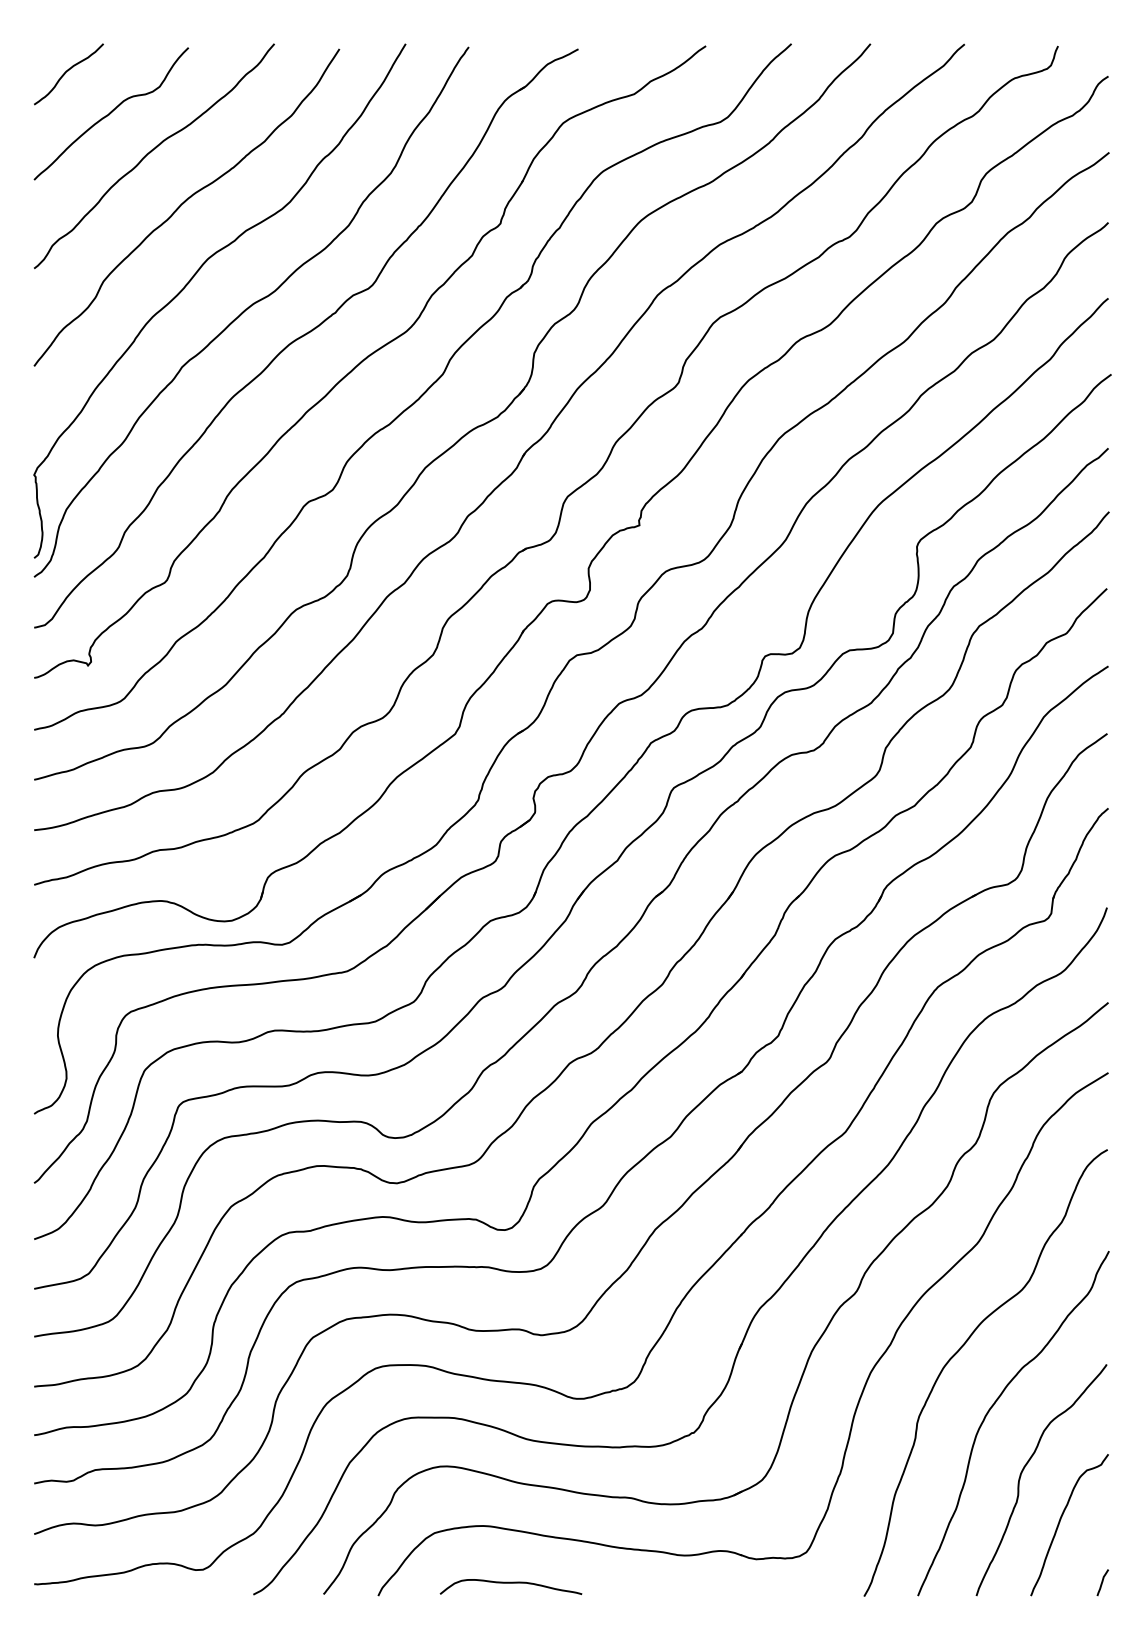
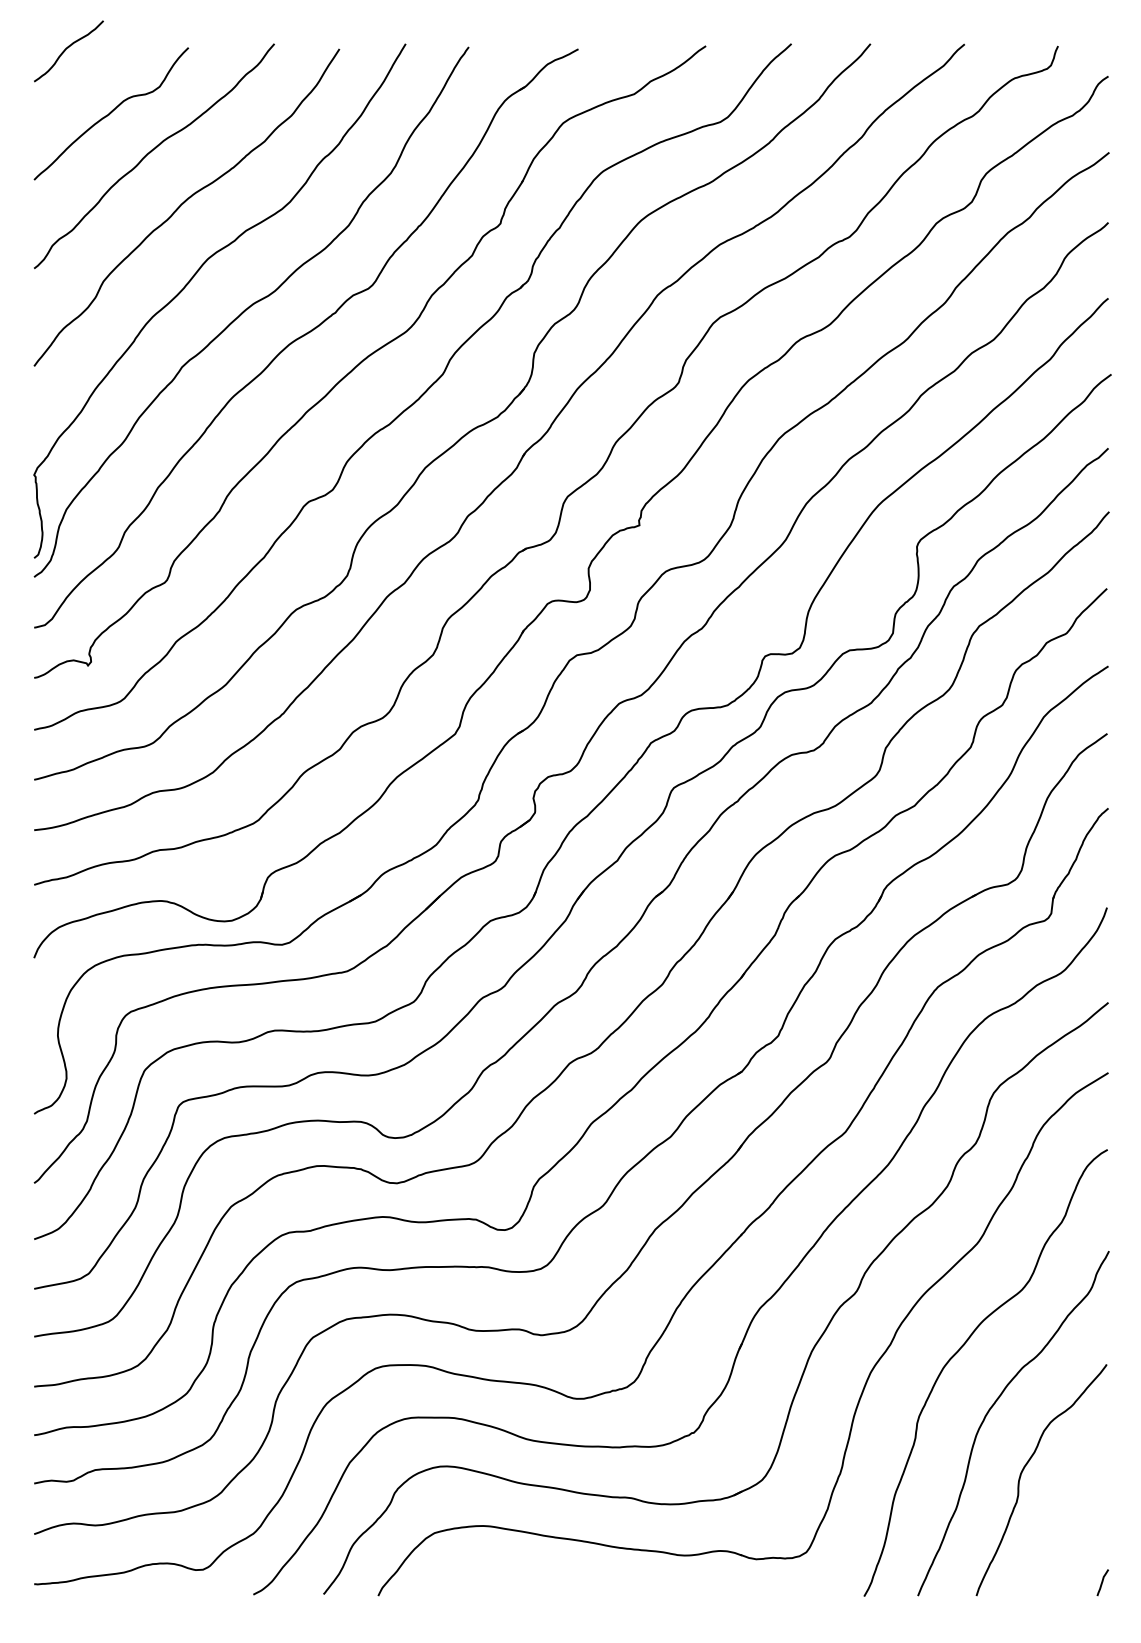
curve at (66, 72) position: (66, 72) -> (66, 49)
curve at (1060, 1522): present -> none
curve at (510, 1583): present -> none
